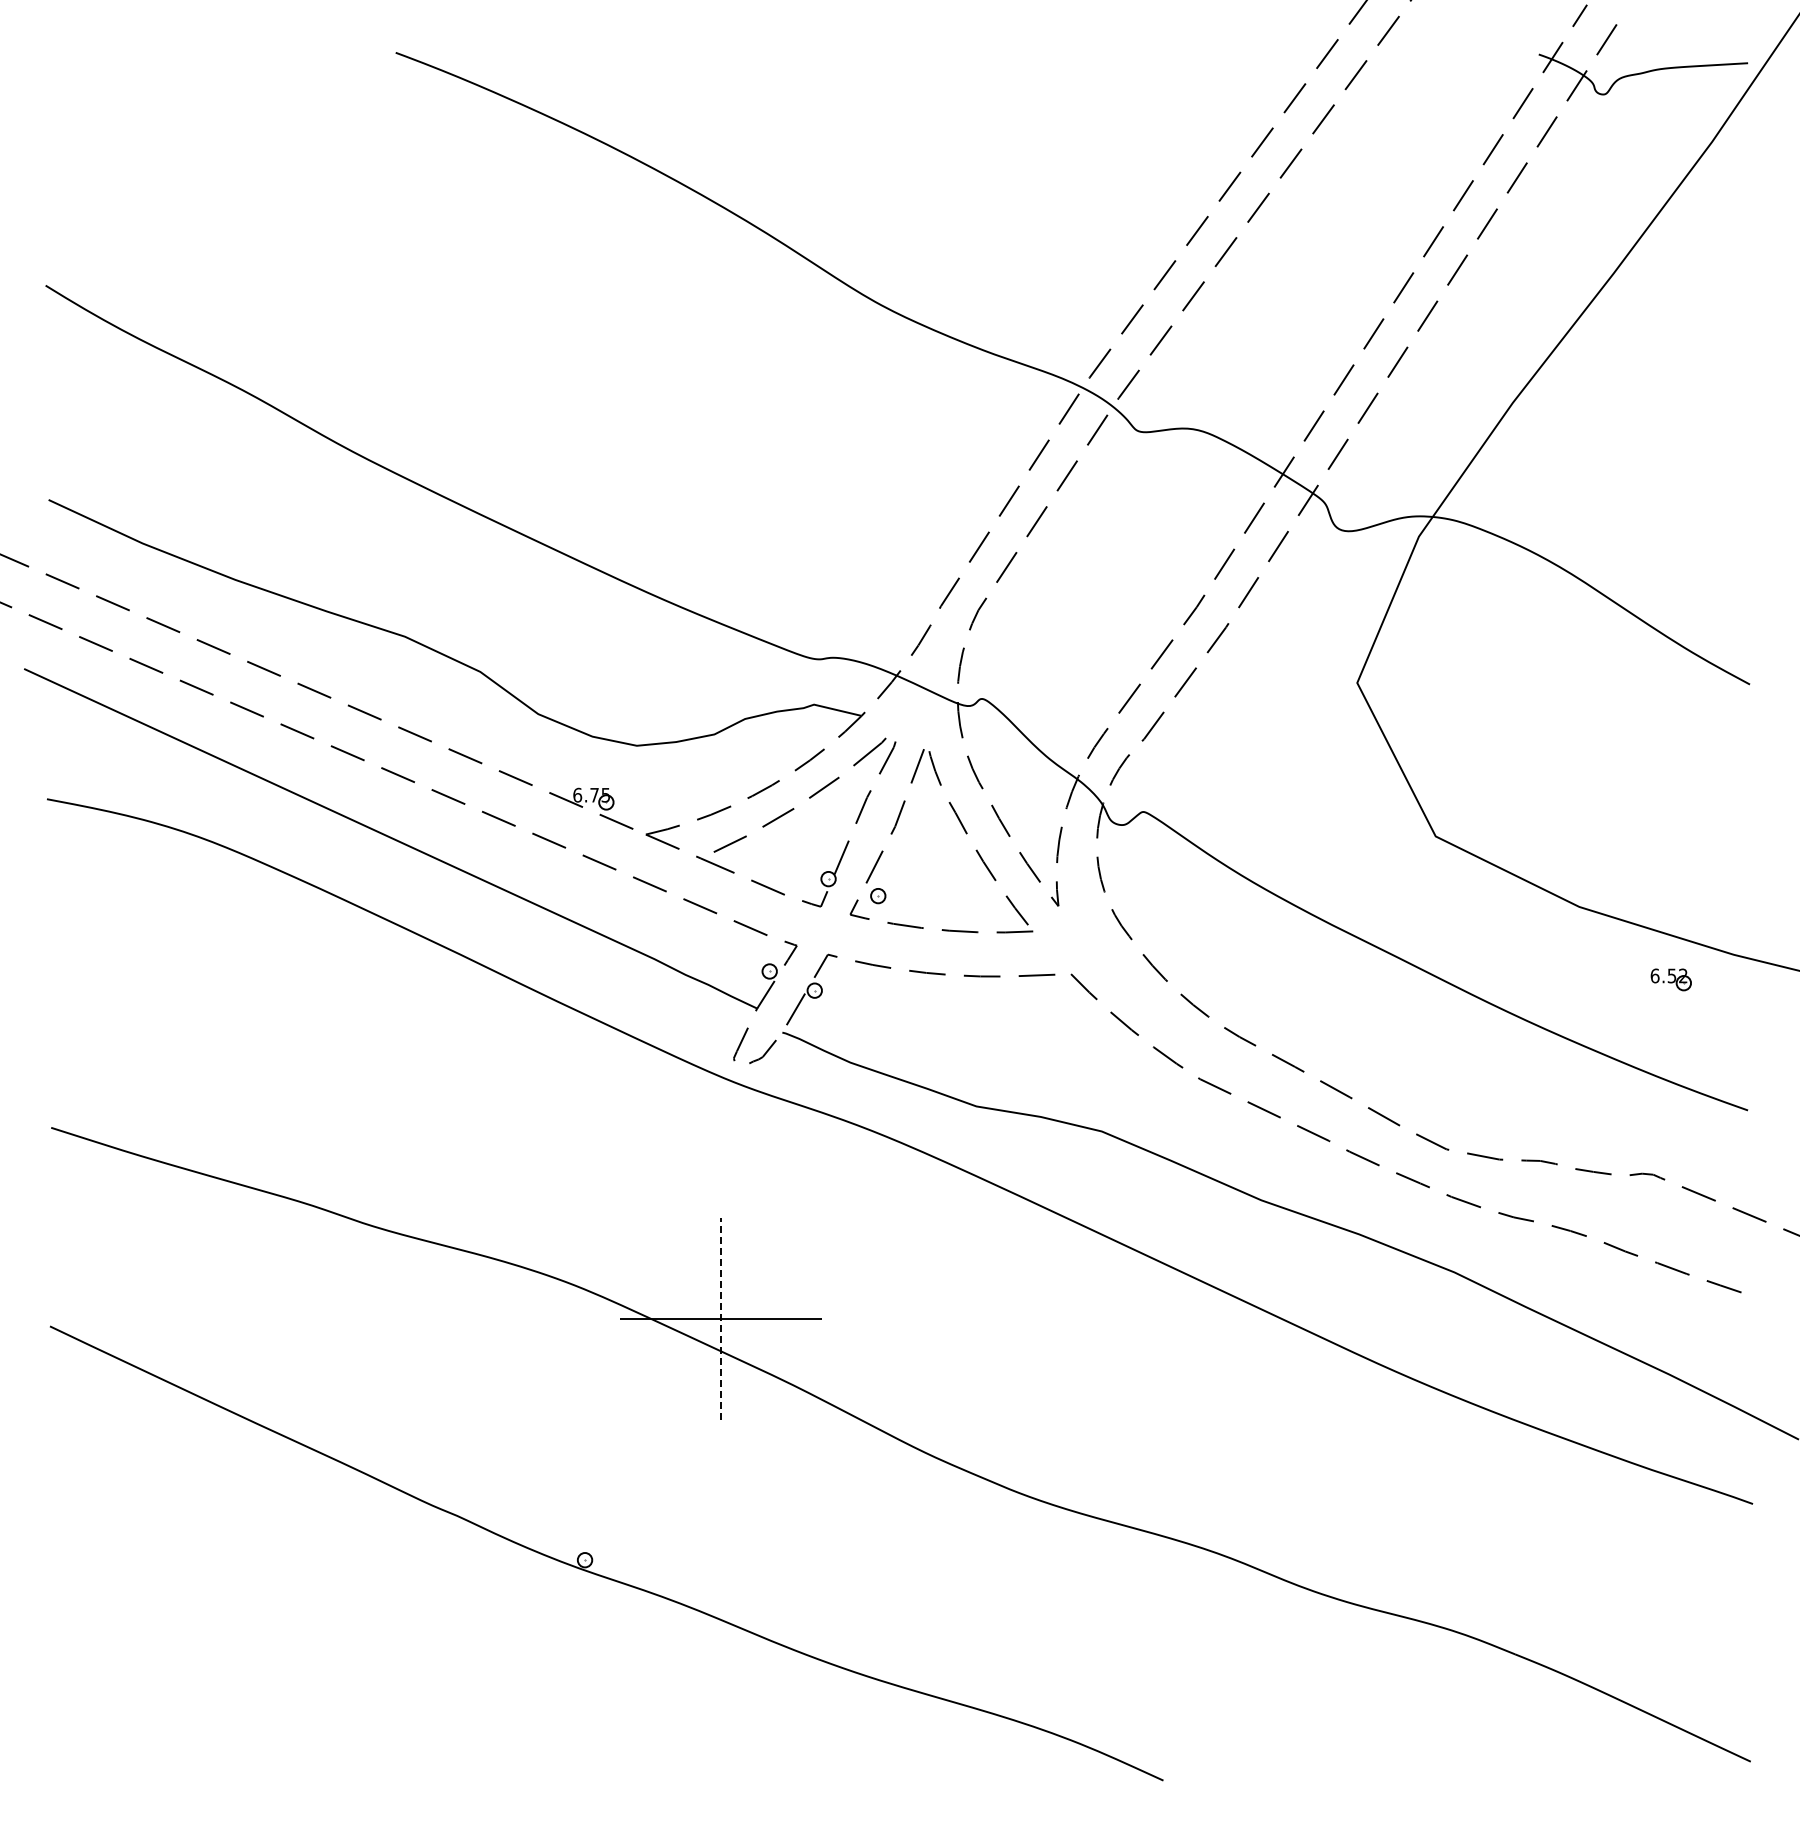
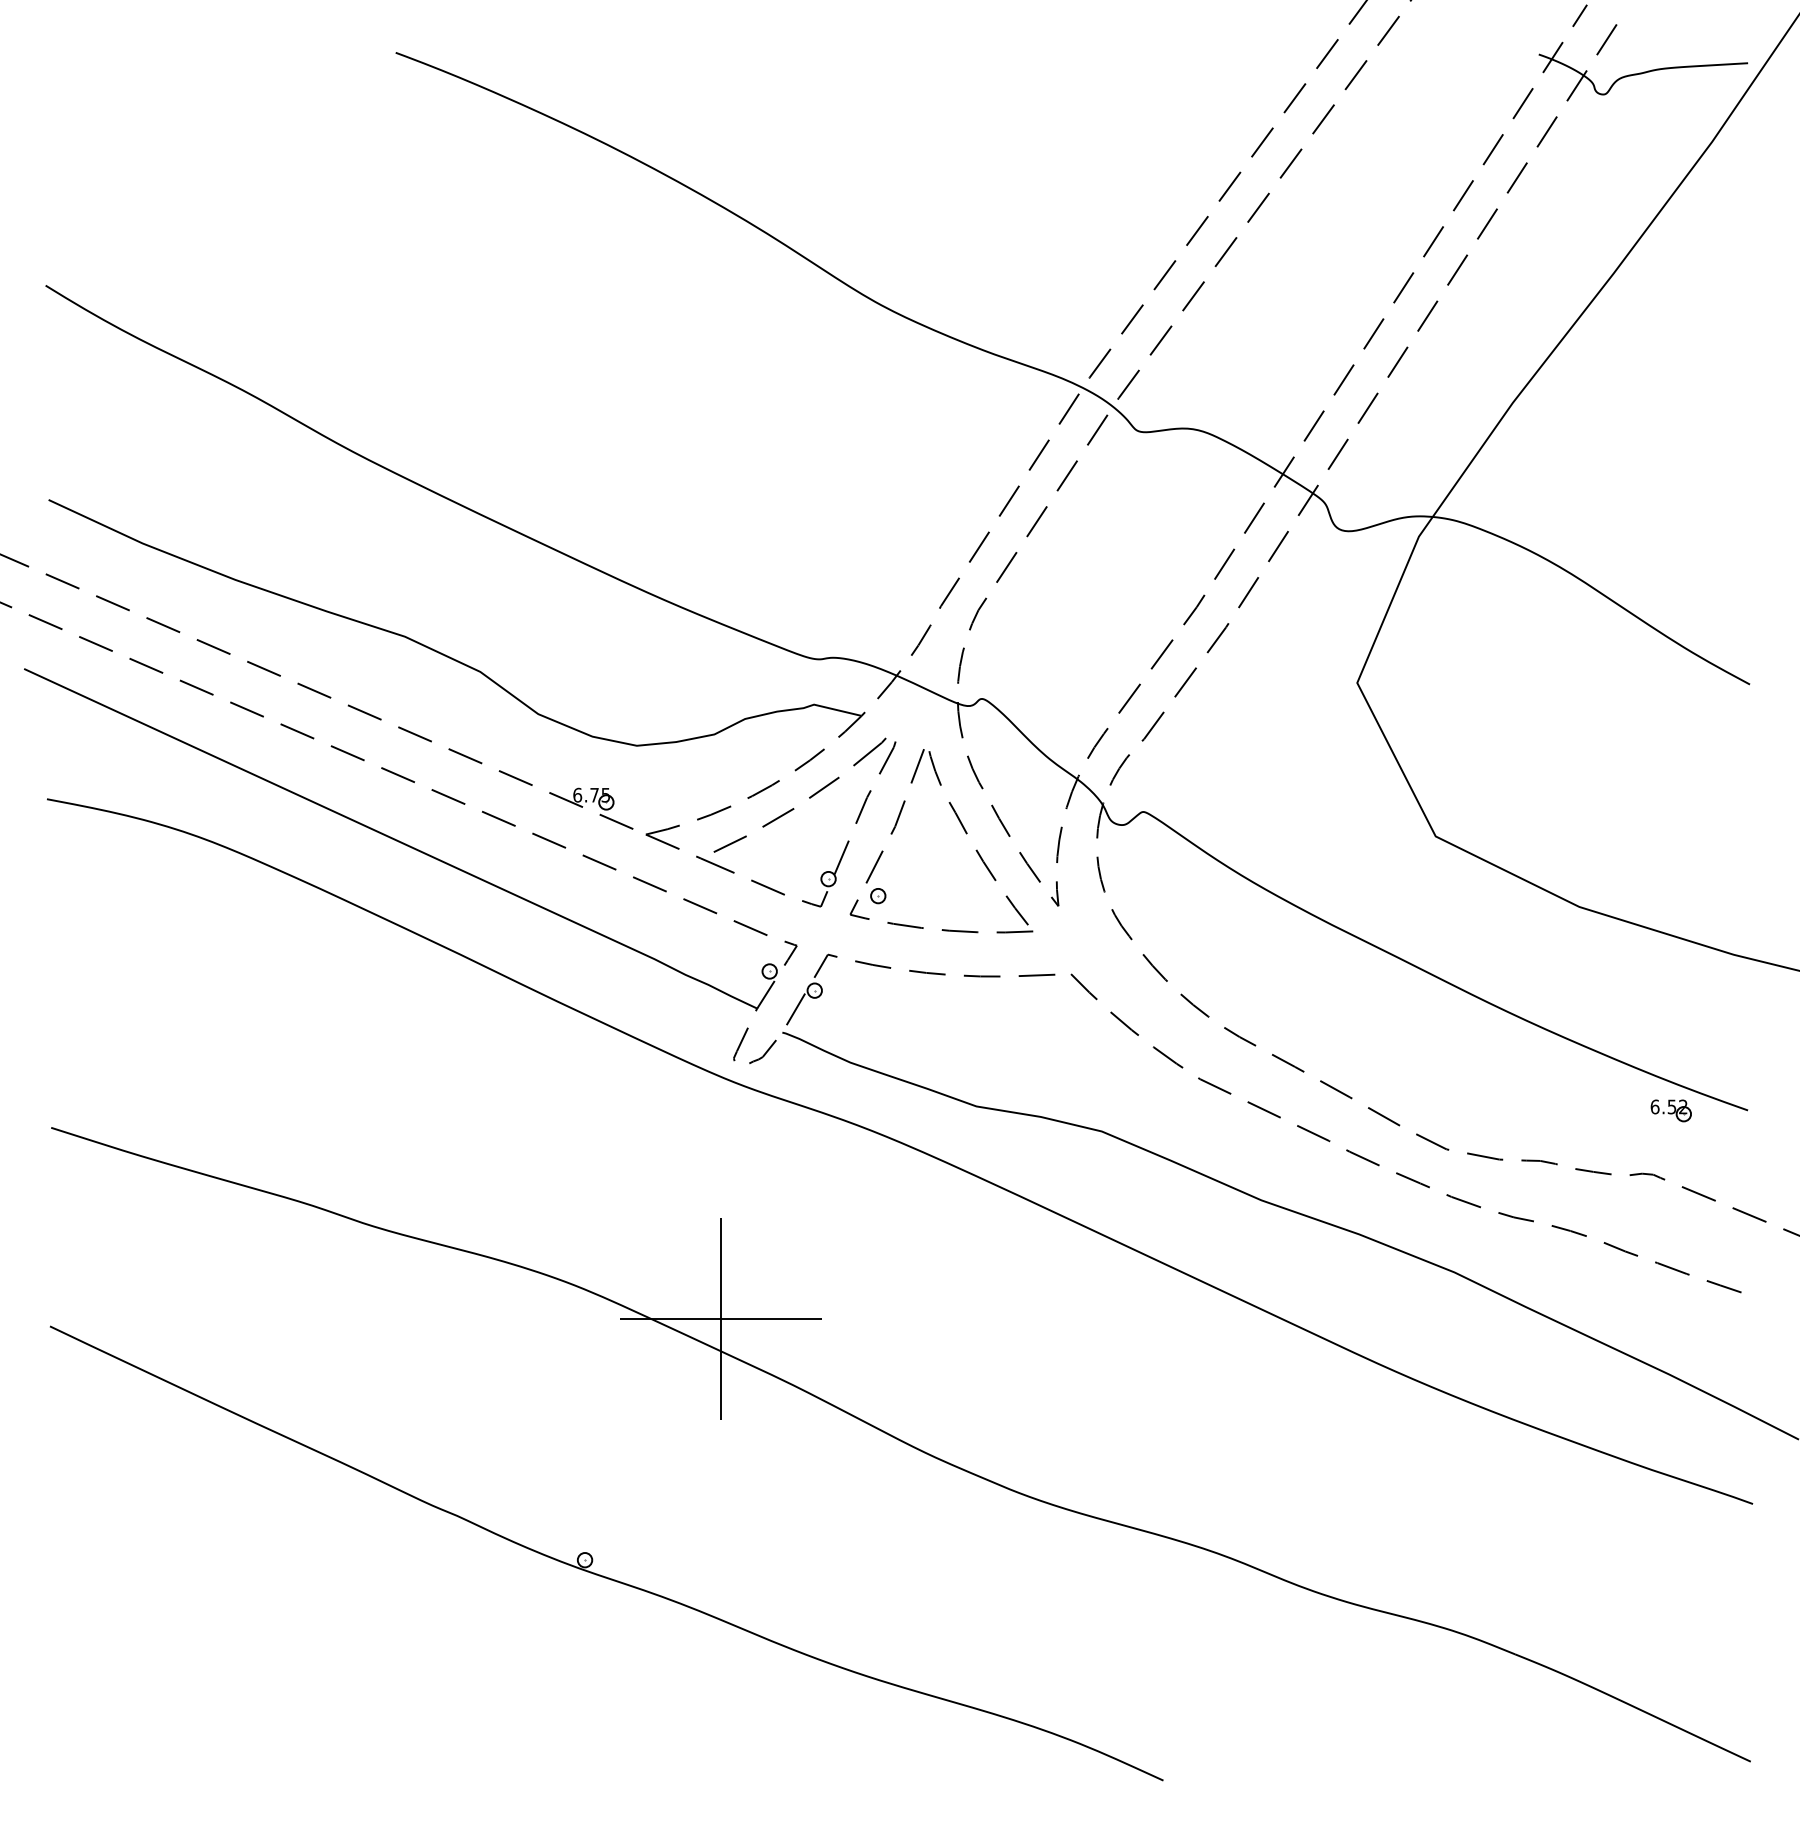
part at (1670, 979) position: (1670, 979) -> (1670, 1110)
line at (720, 1318): dashed -> solid
